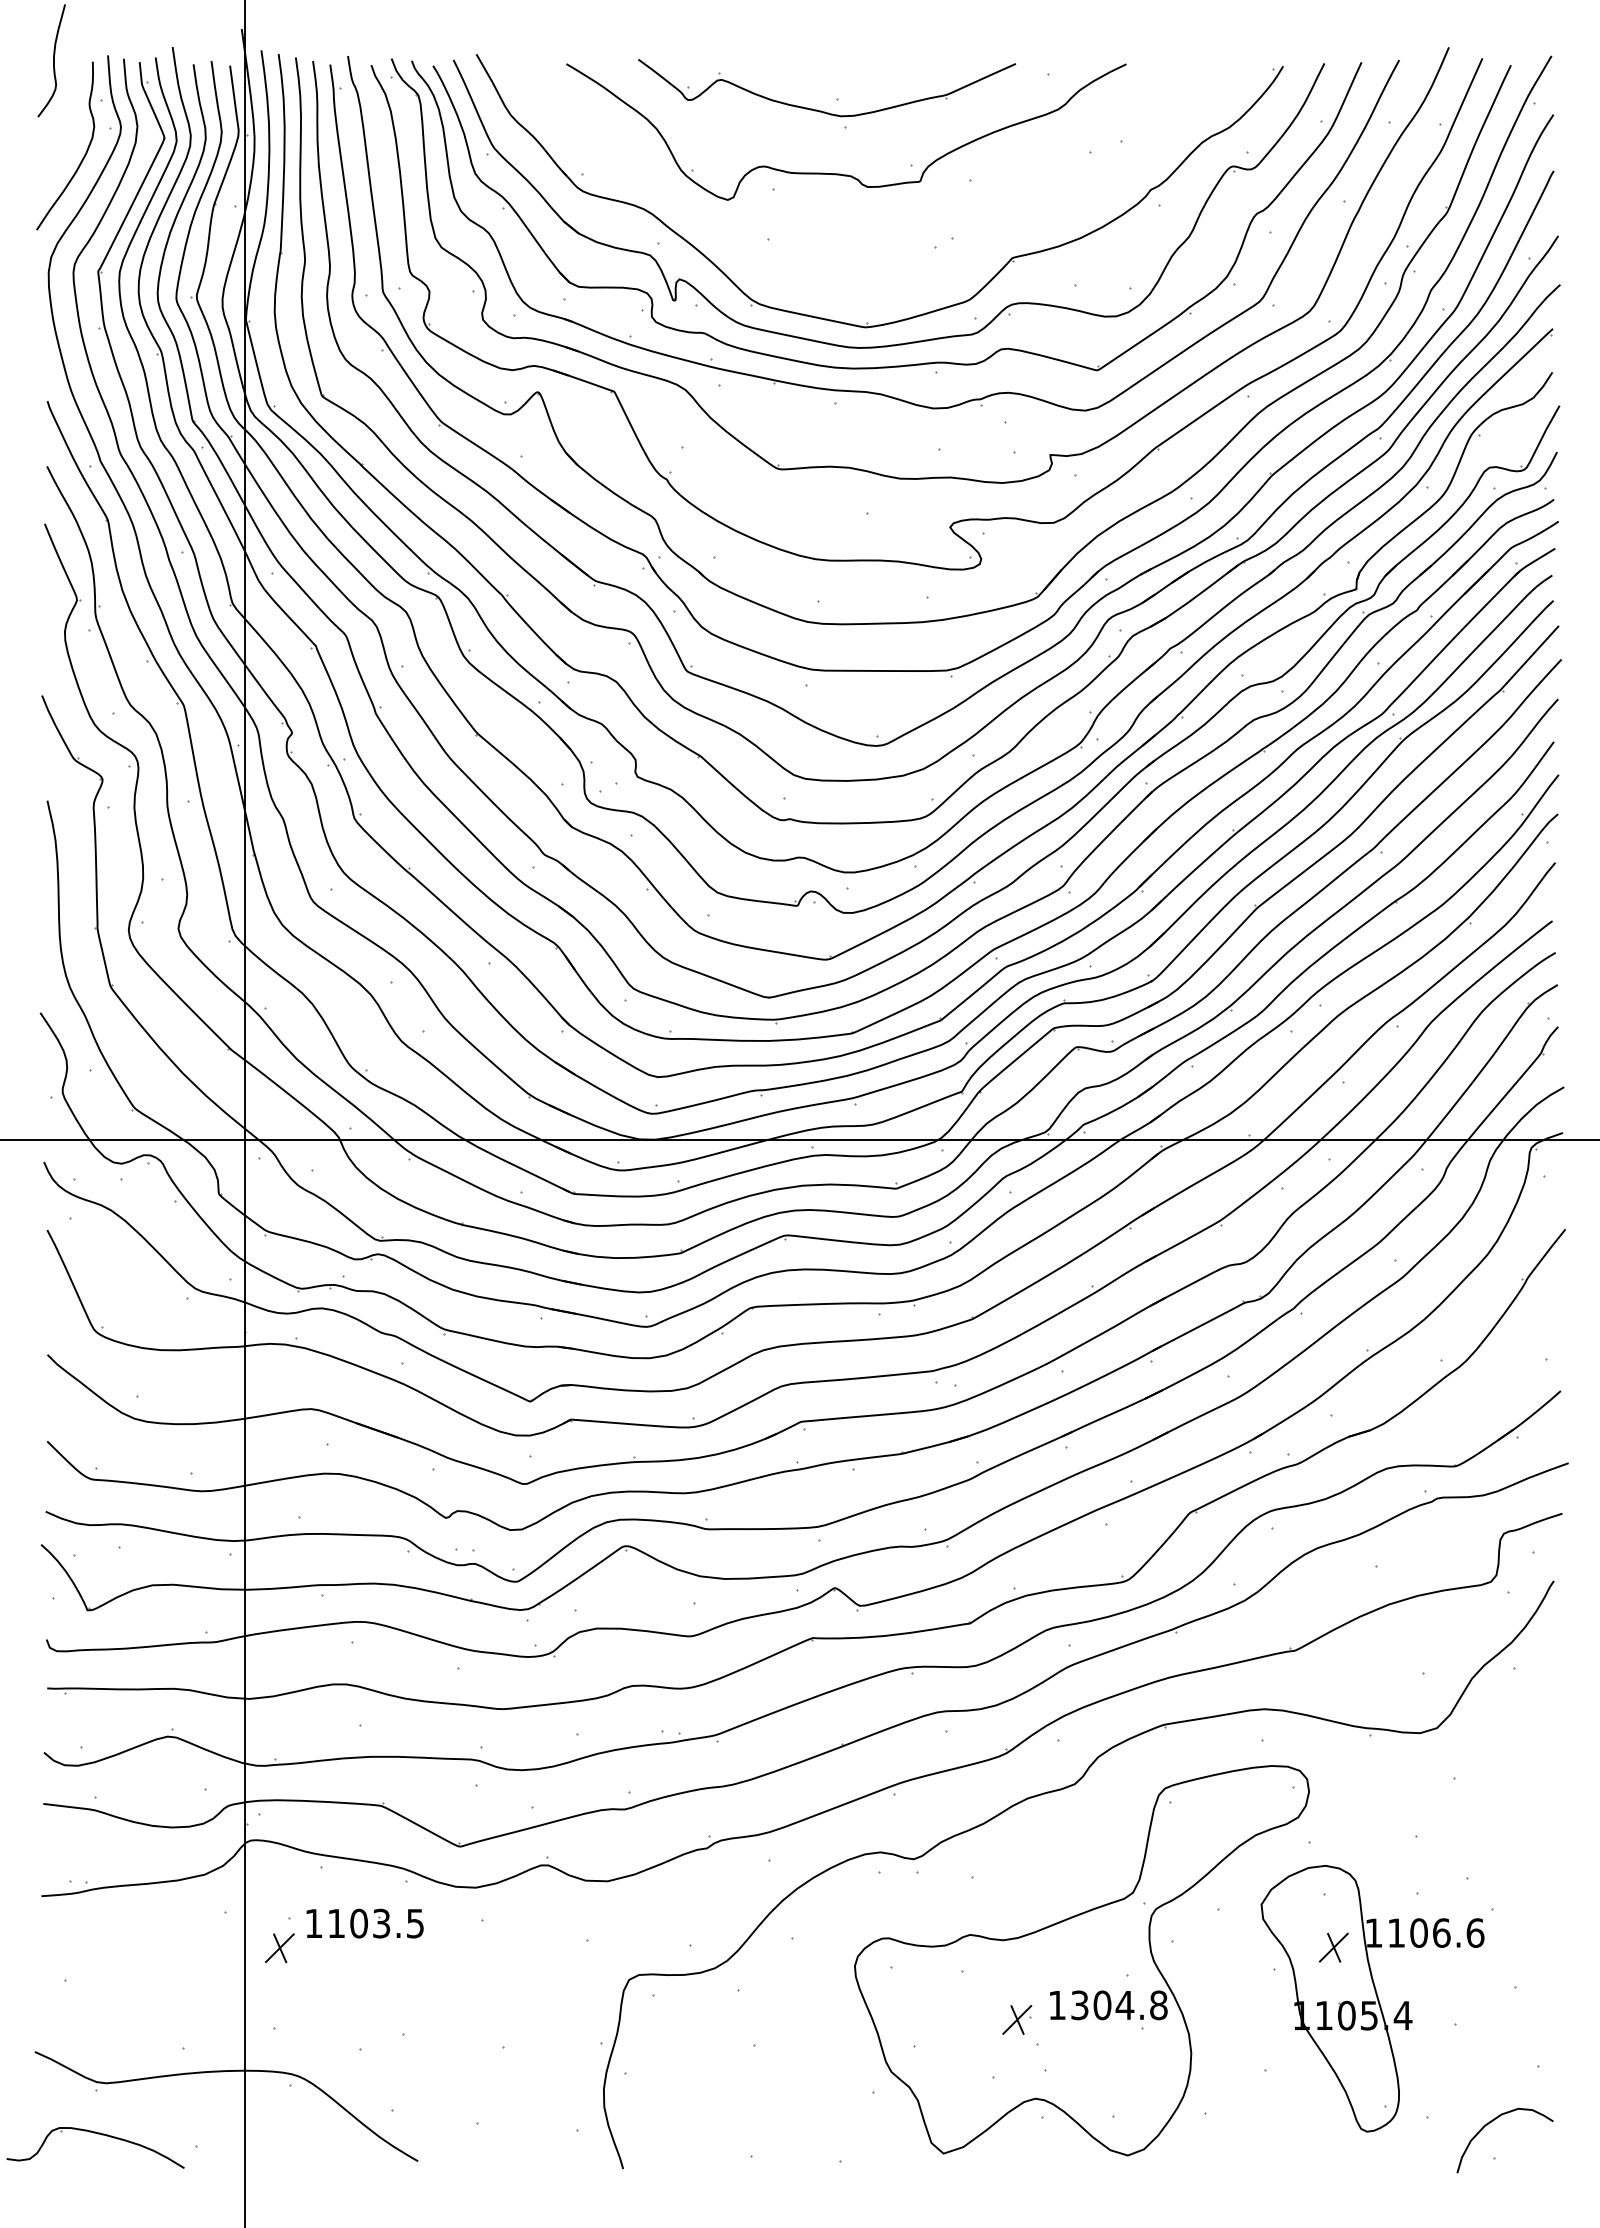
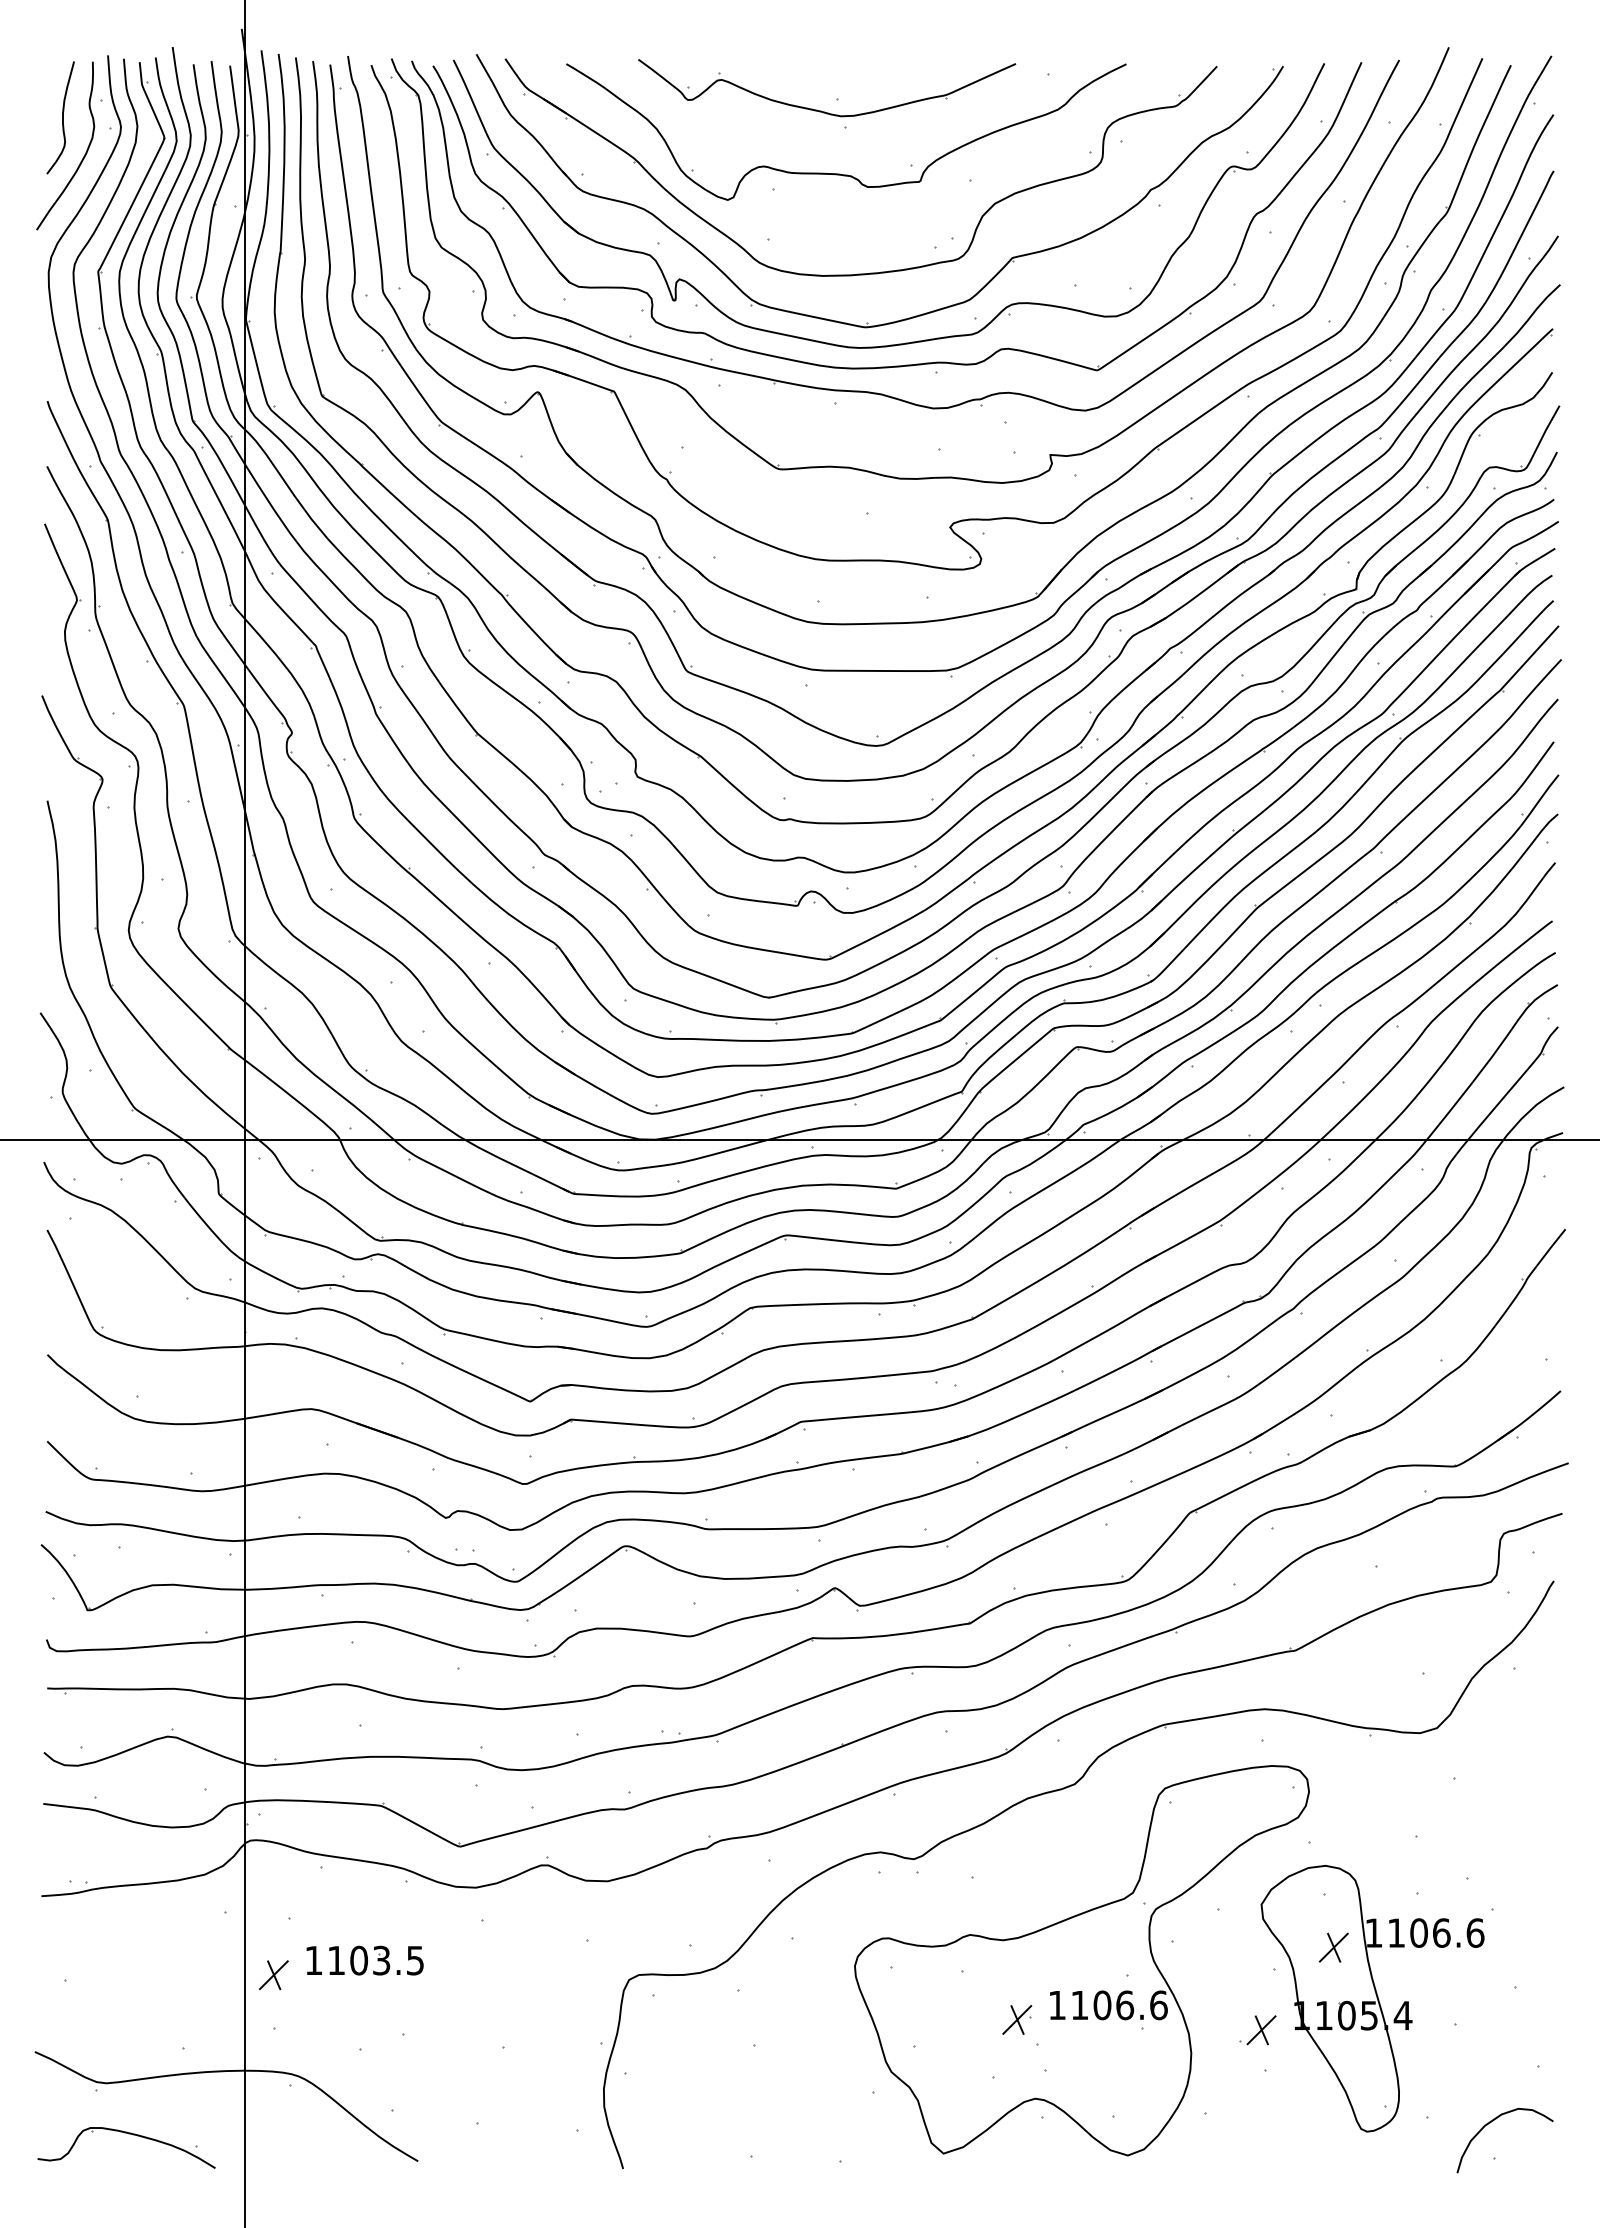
curve at (53, 60) position: (53, 60) -> (62, 117)
part at (870, 272): none -> present
part at (364, 1923) position: (364, 1923) -> (364, 1960)
part at (279, 1948) position: (279, 1948) -> (273, 1975)
text at (1119, 2005): 1304.8 -> 1106.6
part at (1257, 2030): none -> present
part at (97, 2134) position: (97, 2134) -> (128, 2134)
